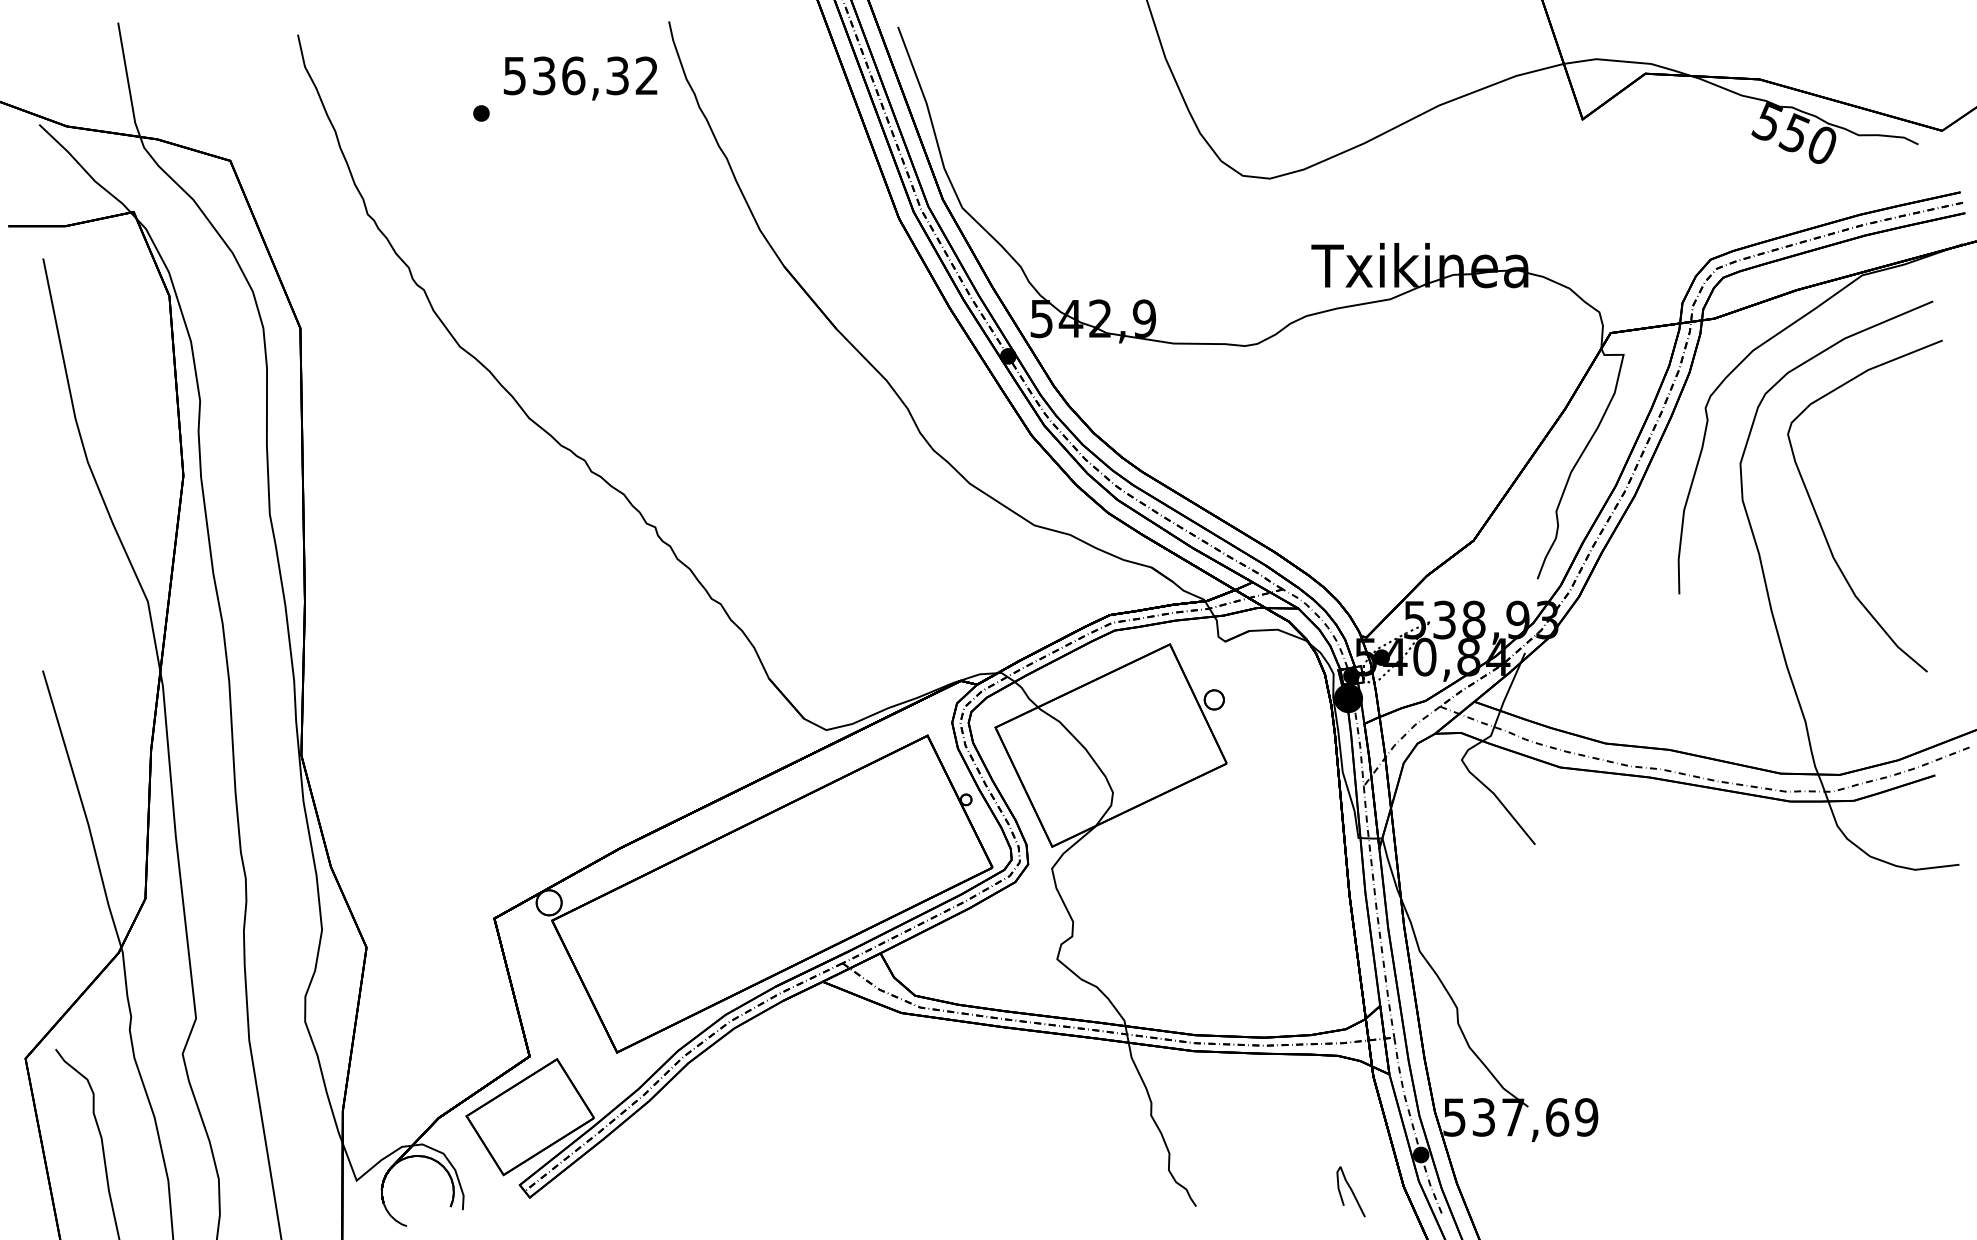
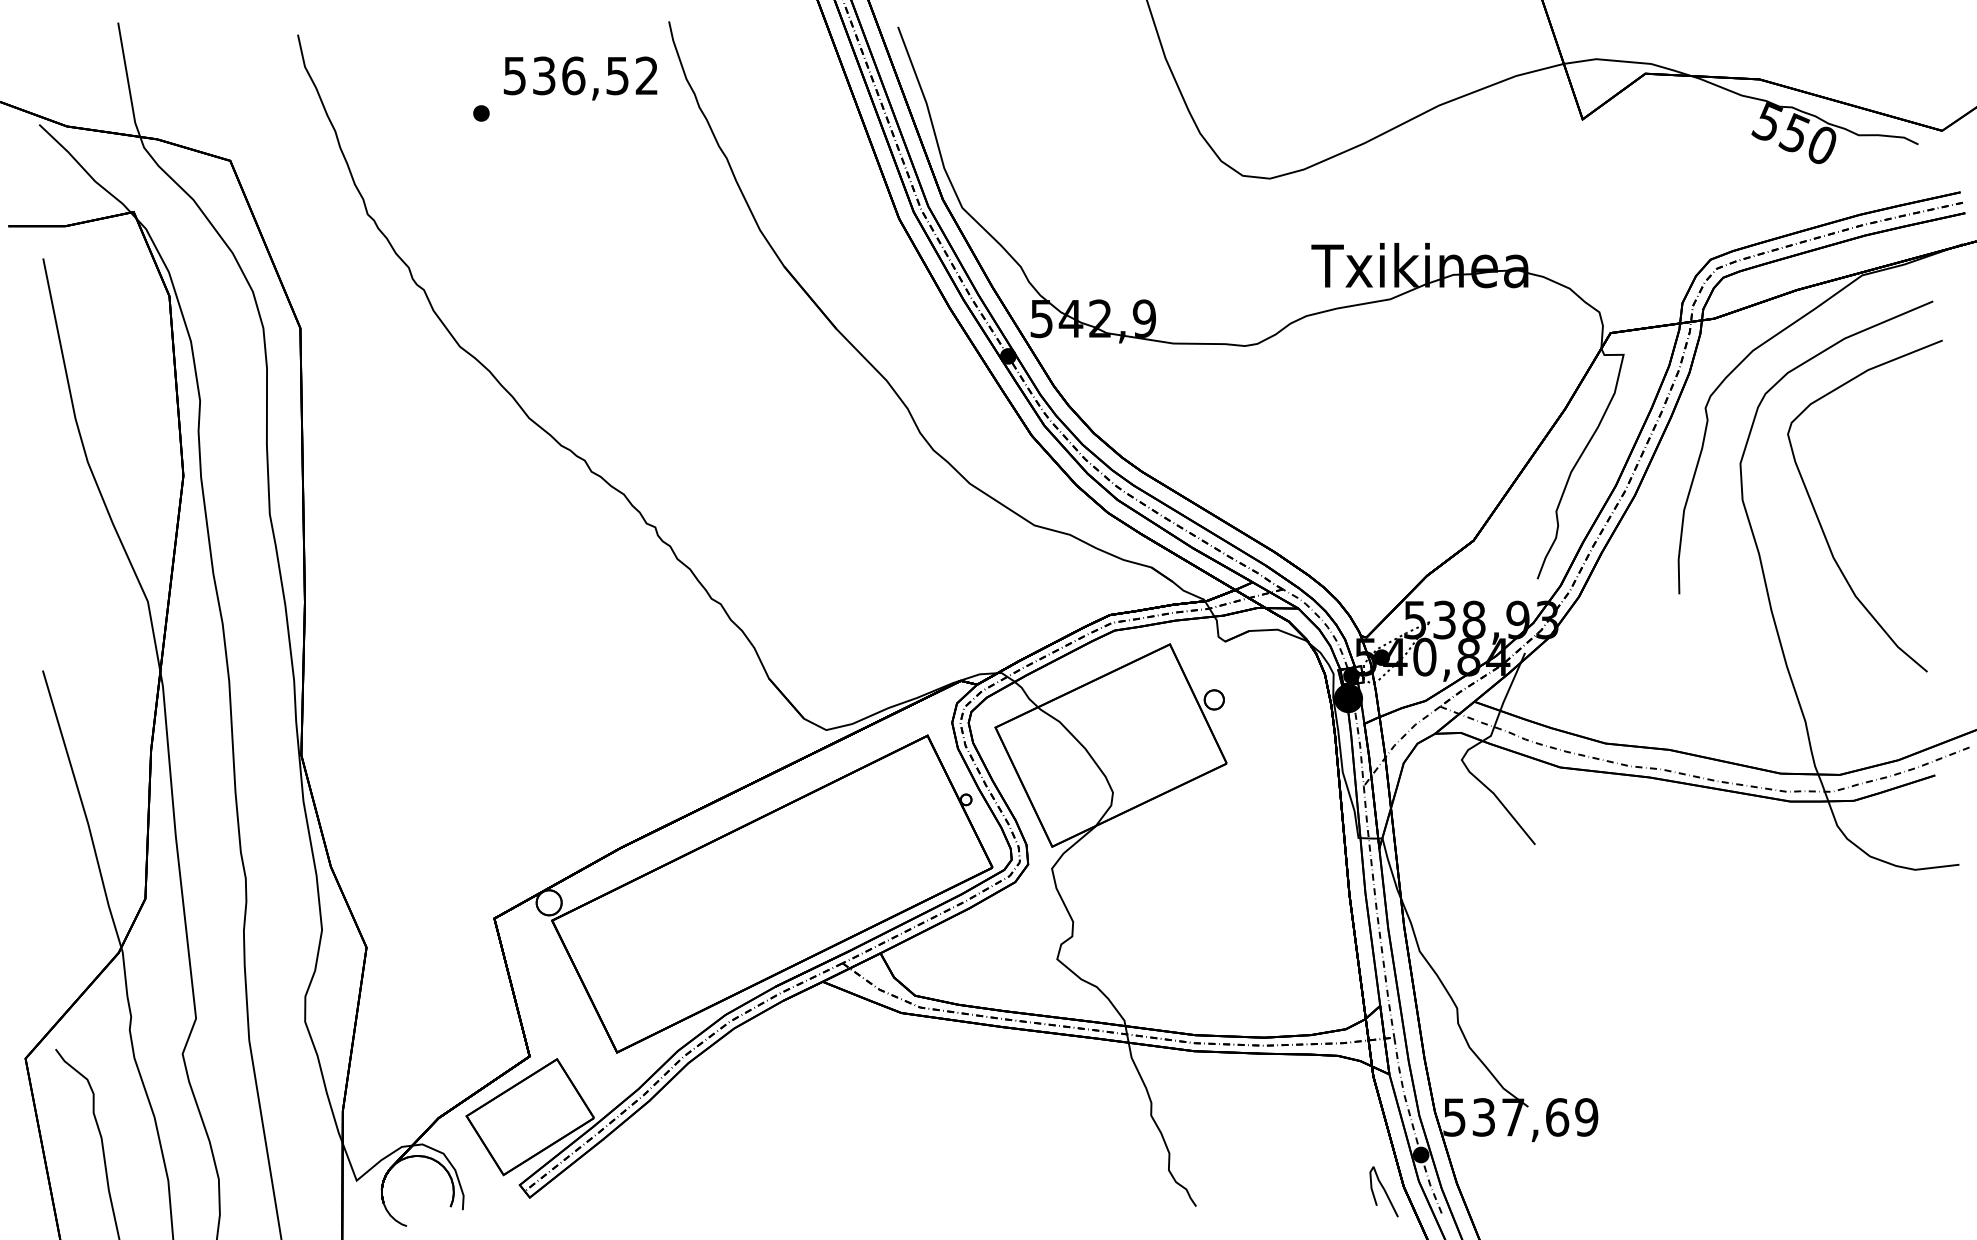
text at (617, 75): 536,32 -> 536,52
curve at (1350, 1190) position: (1350, 1190) -> (1383, 1190)
